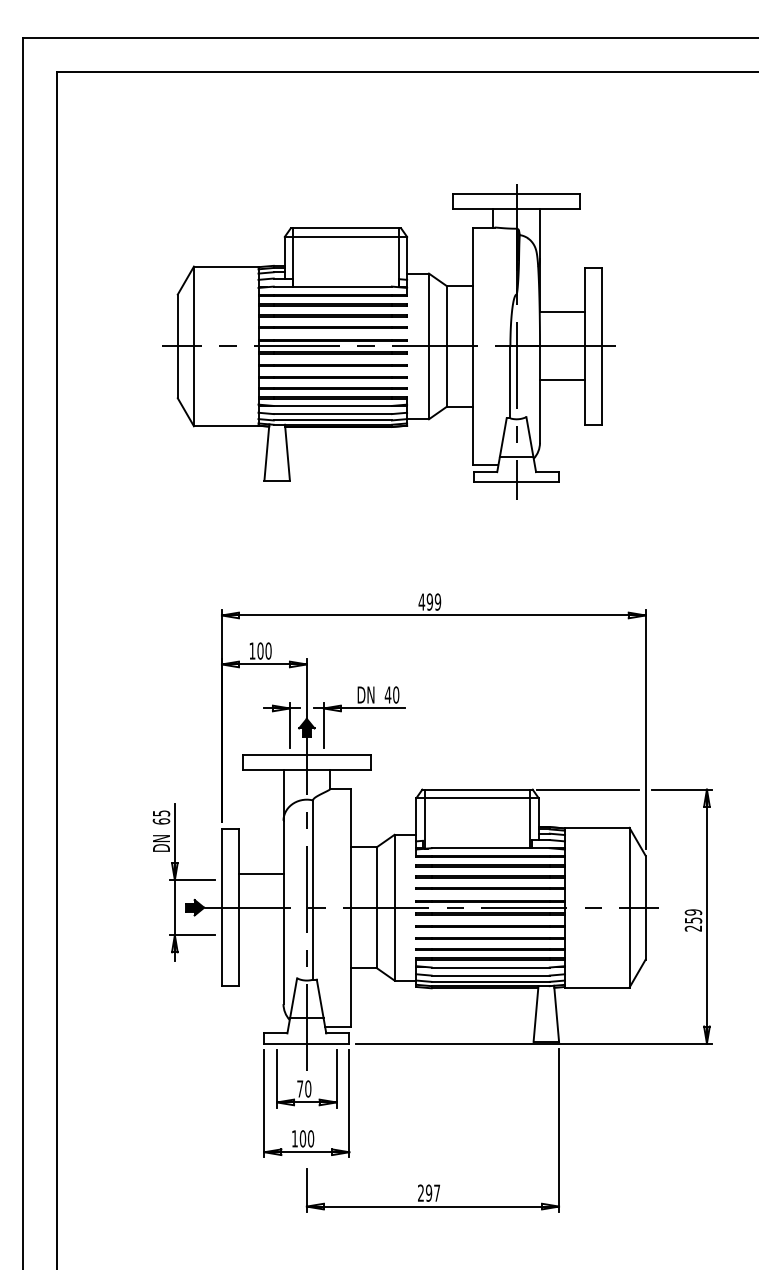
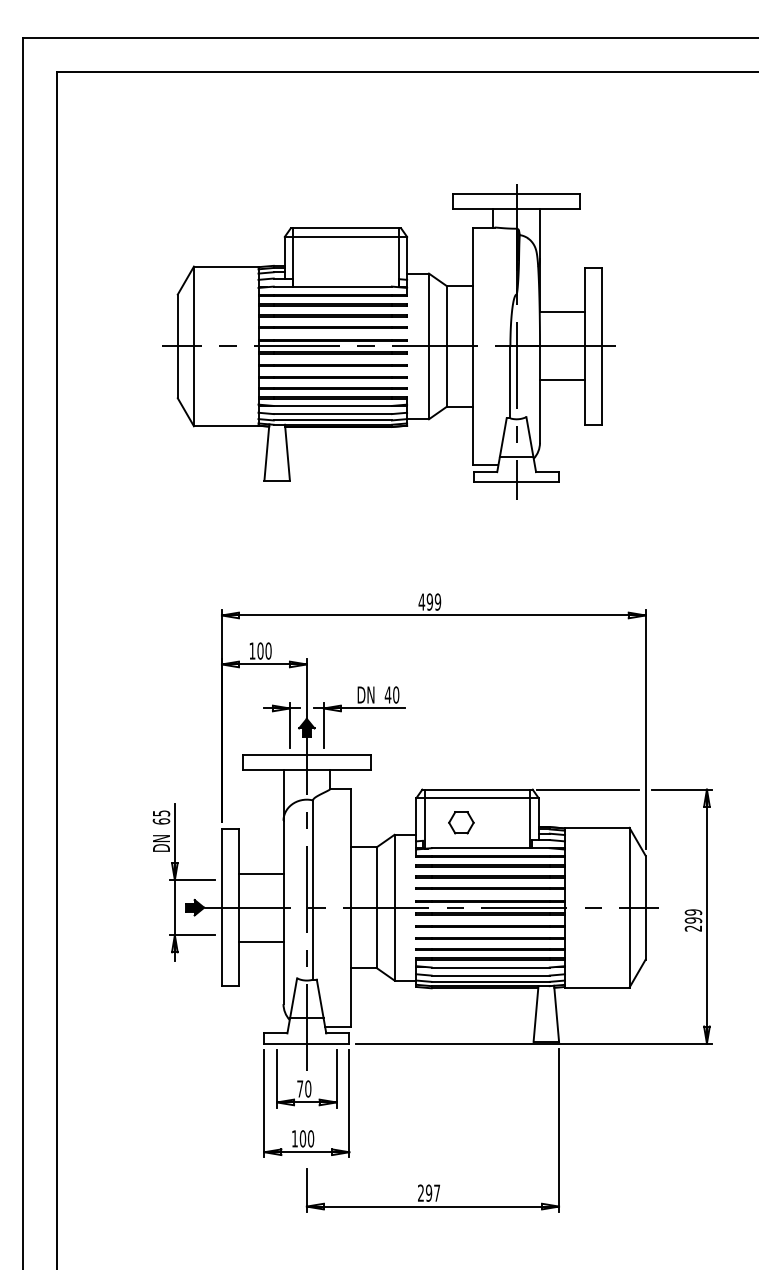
part at (461, 822): none -> present
text at (692, 920): 259 -> 299
line at (260, 941): none -> present
